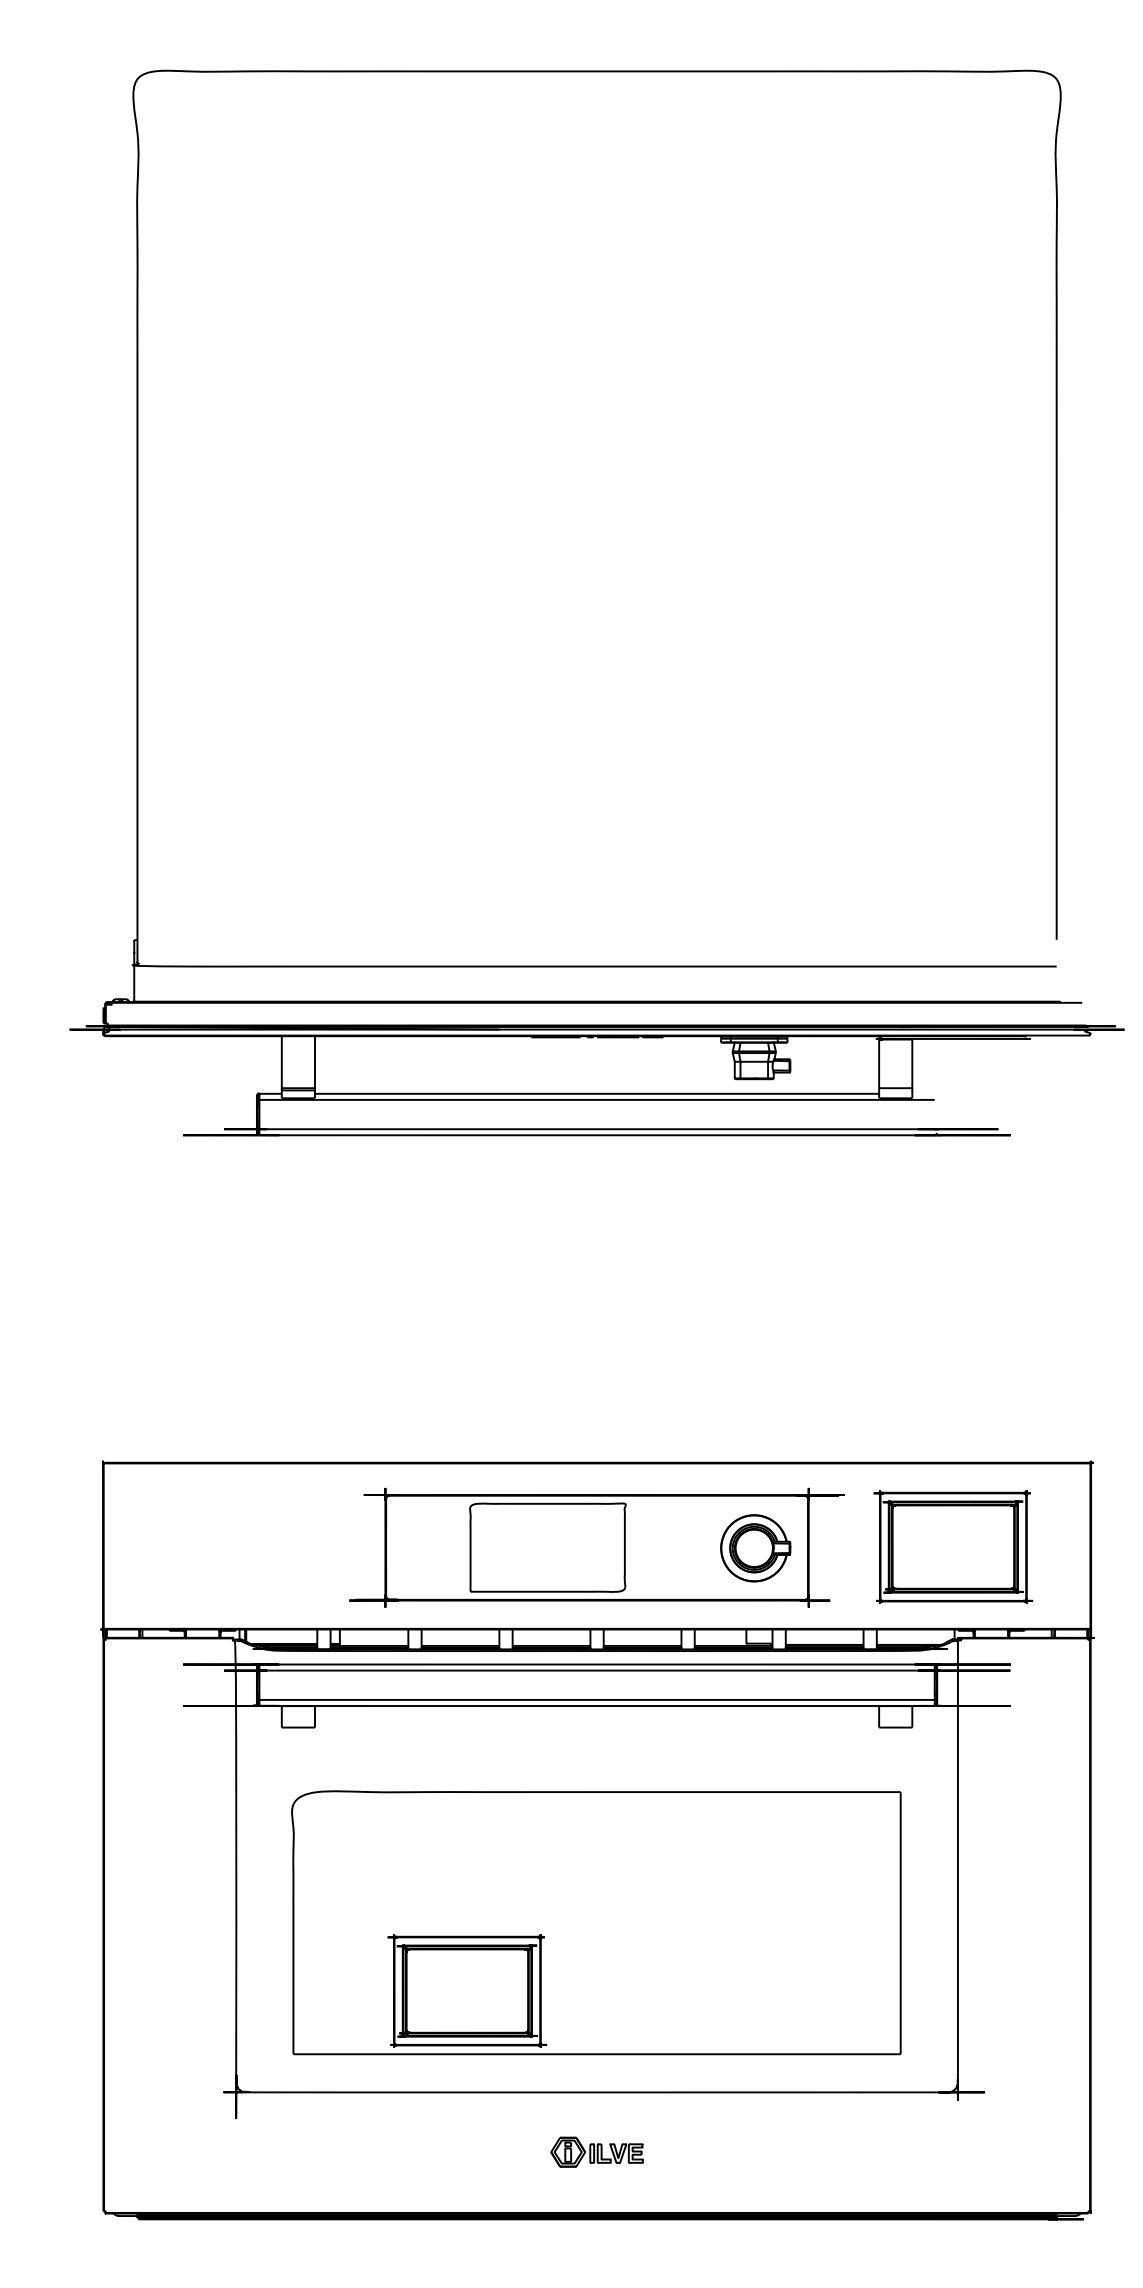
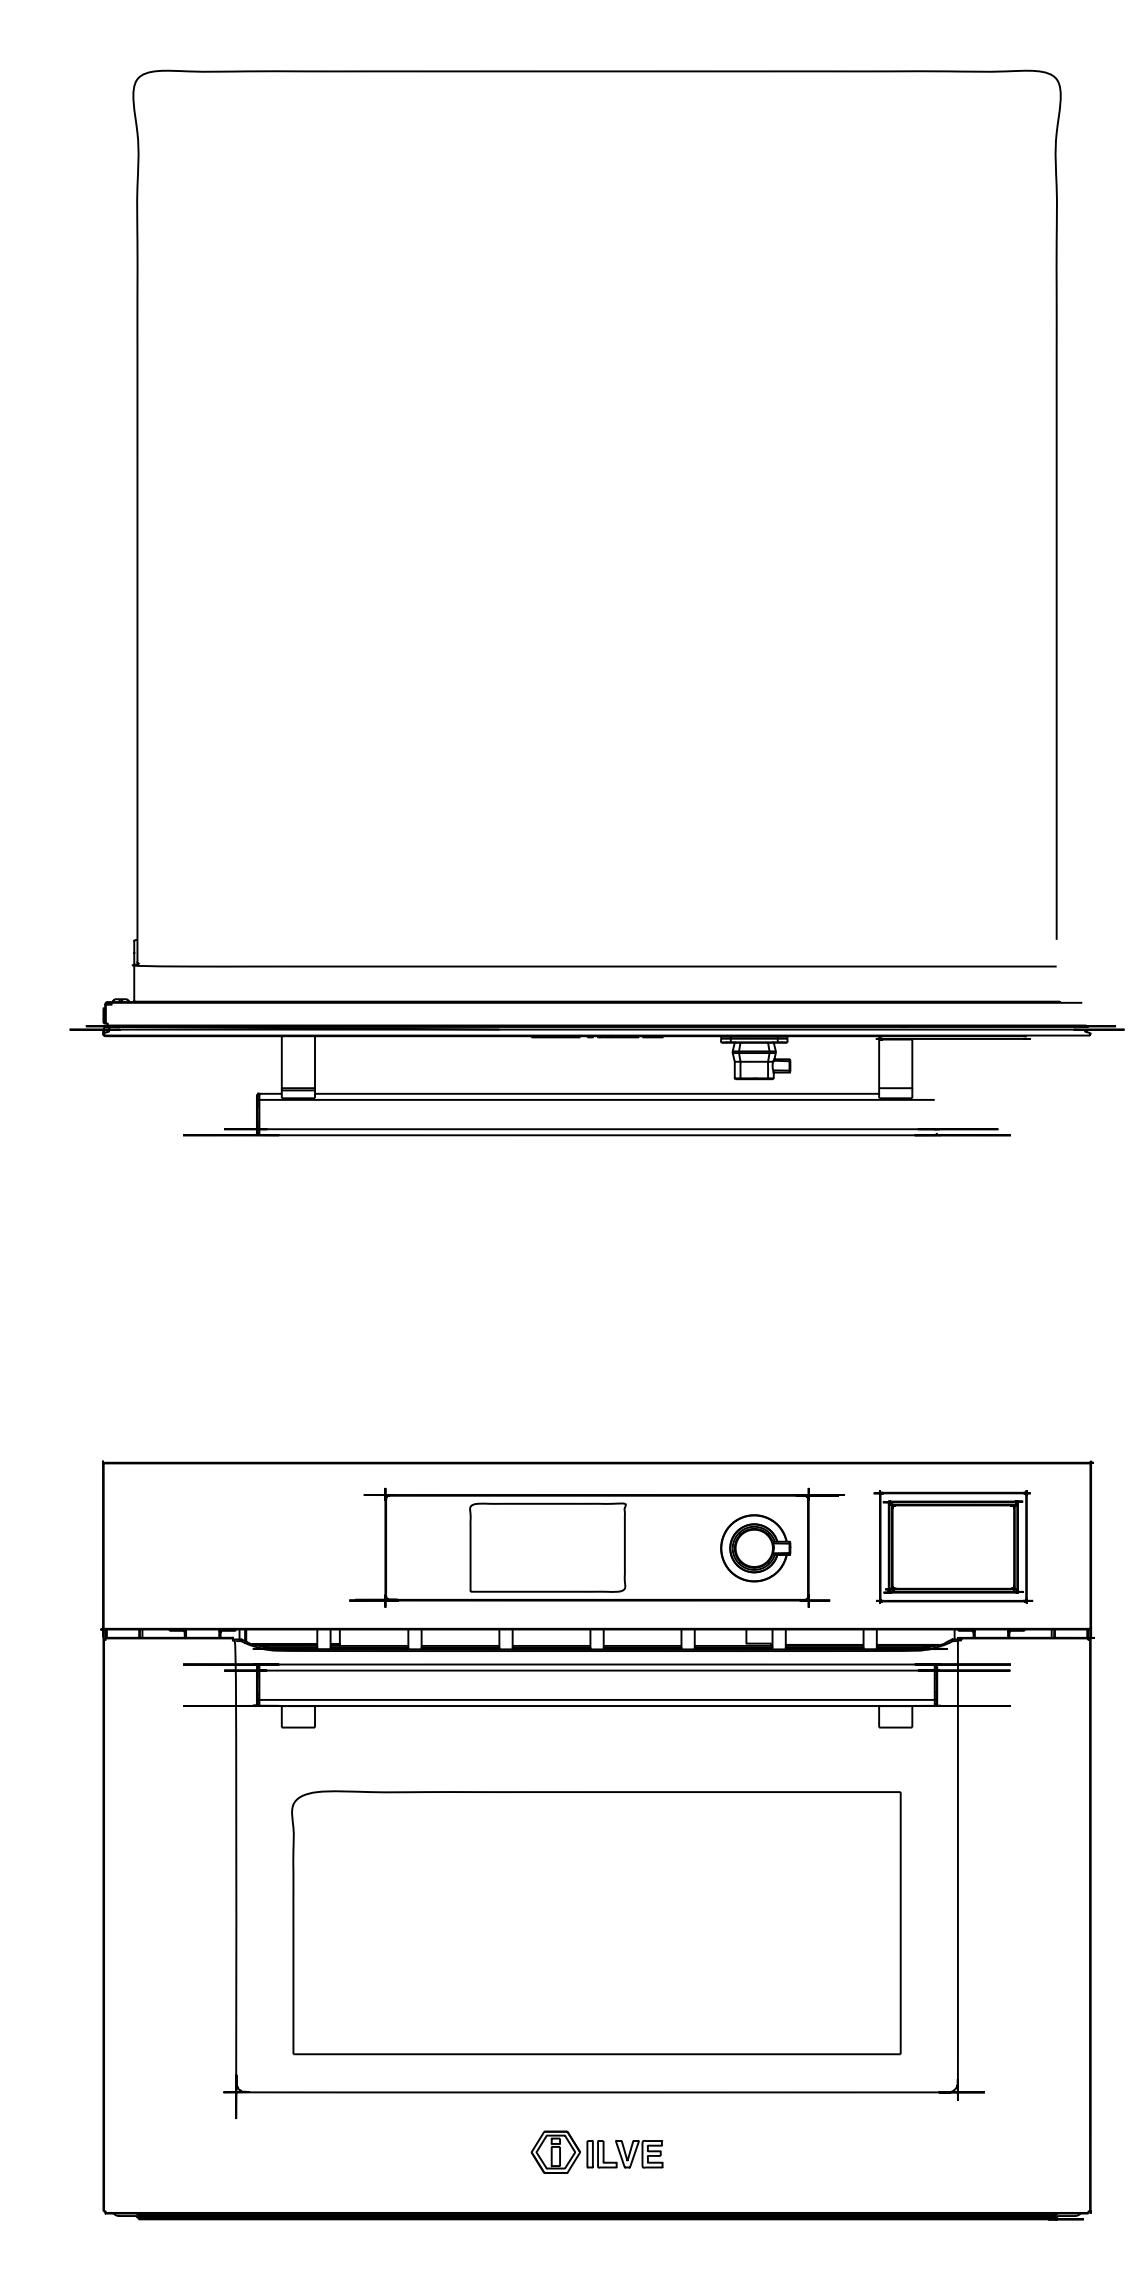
part at (467, 1990): present -> none
part at (596, 2151) size: 94x32 px -> 134x44 px
